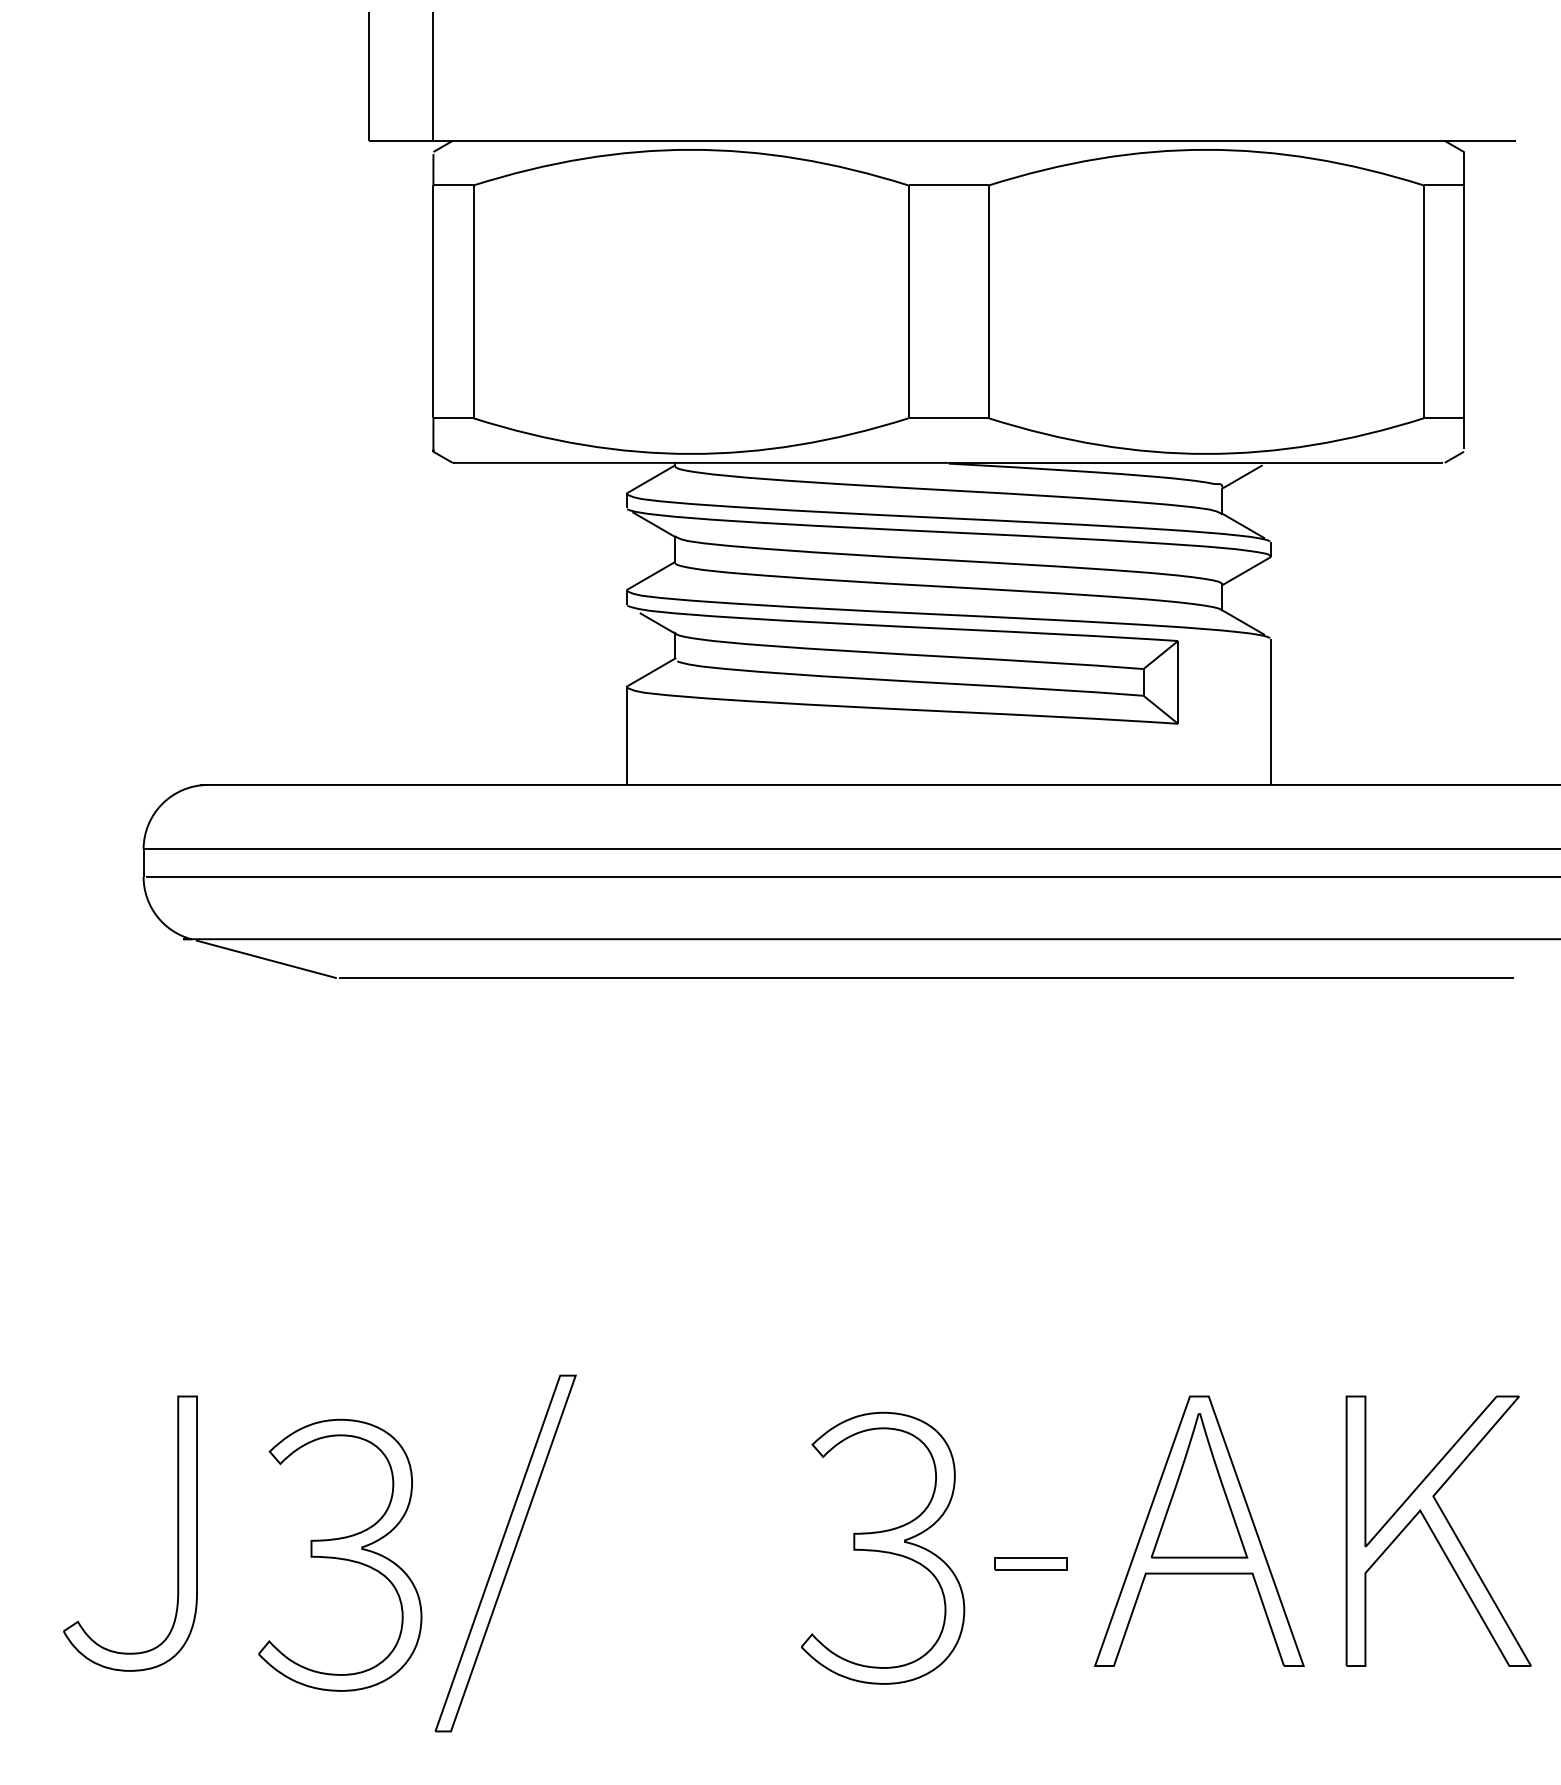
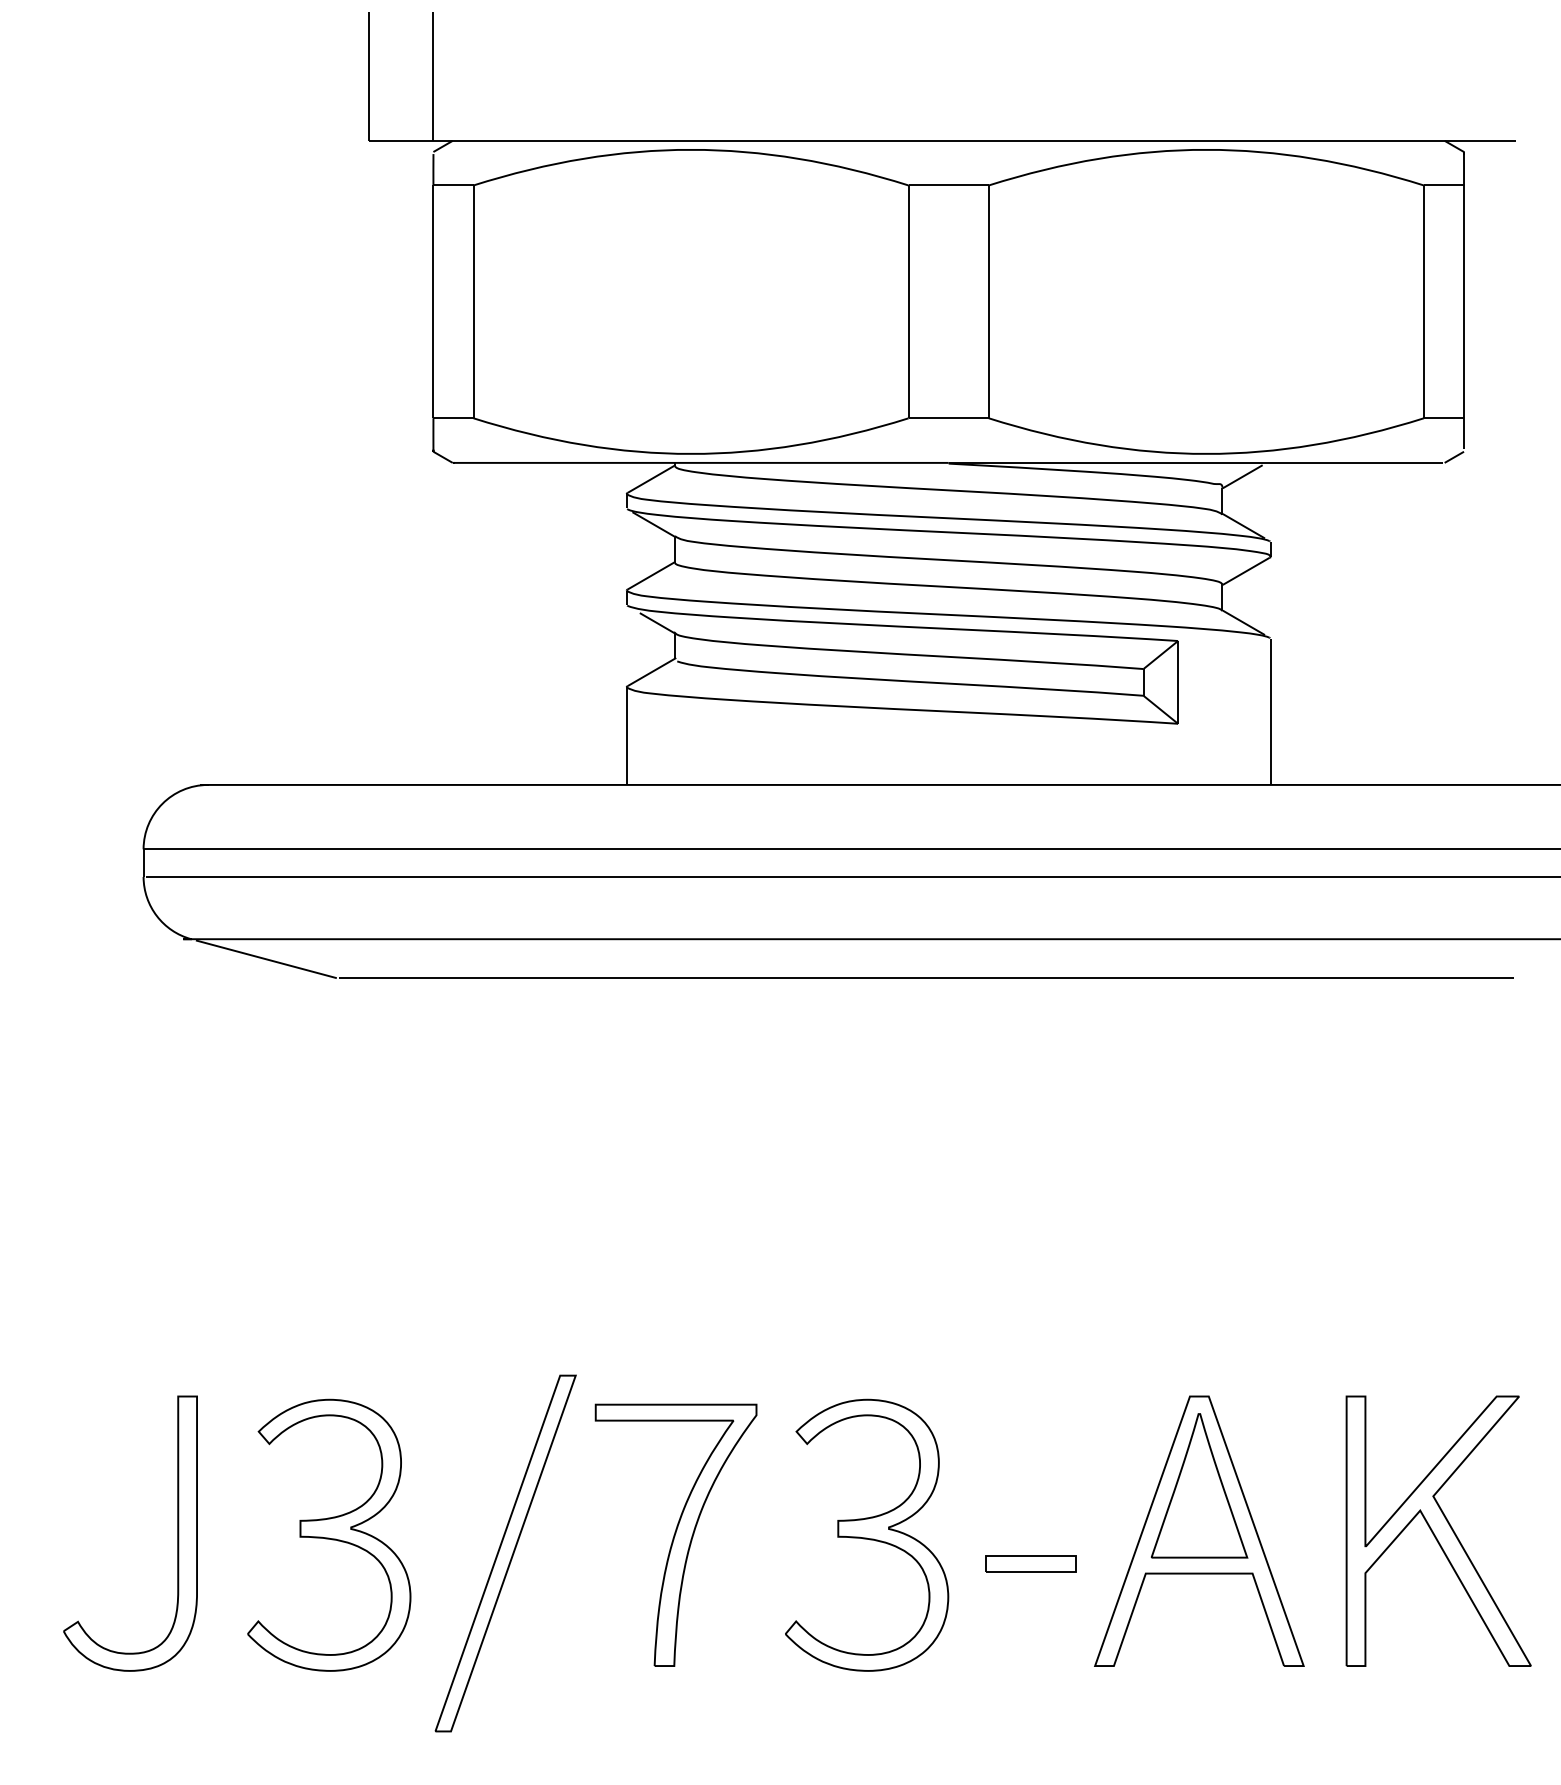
part at (675, 1534): none -> present
part at (883, 1547) position: (883, 1547) -> (867, 1534)
part at (340, 1554) position: (340, 1554) -> (329, 1534)
part at (1030, 1563) size: 74x14 px -> 92x18 px
